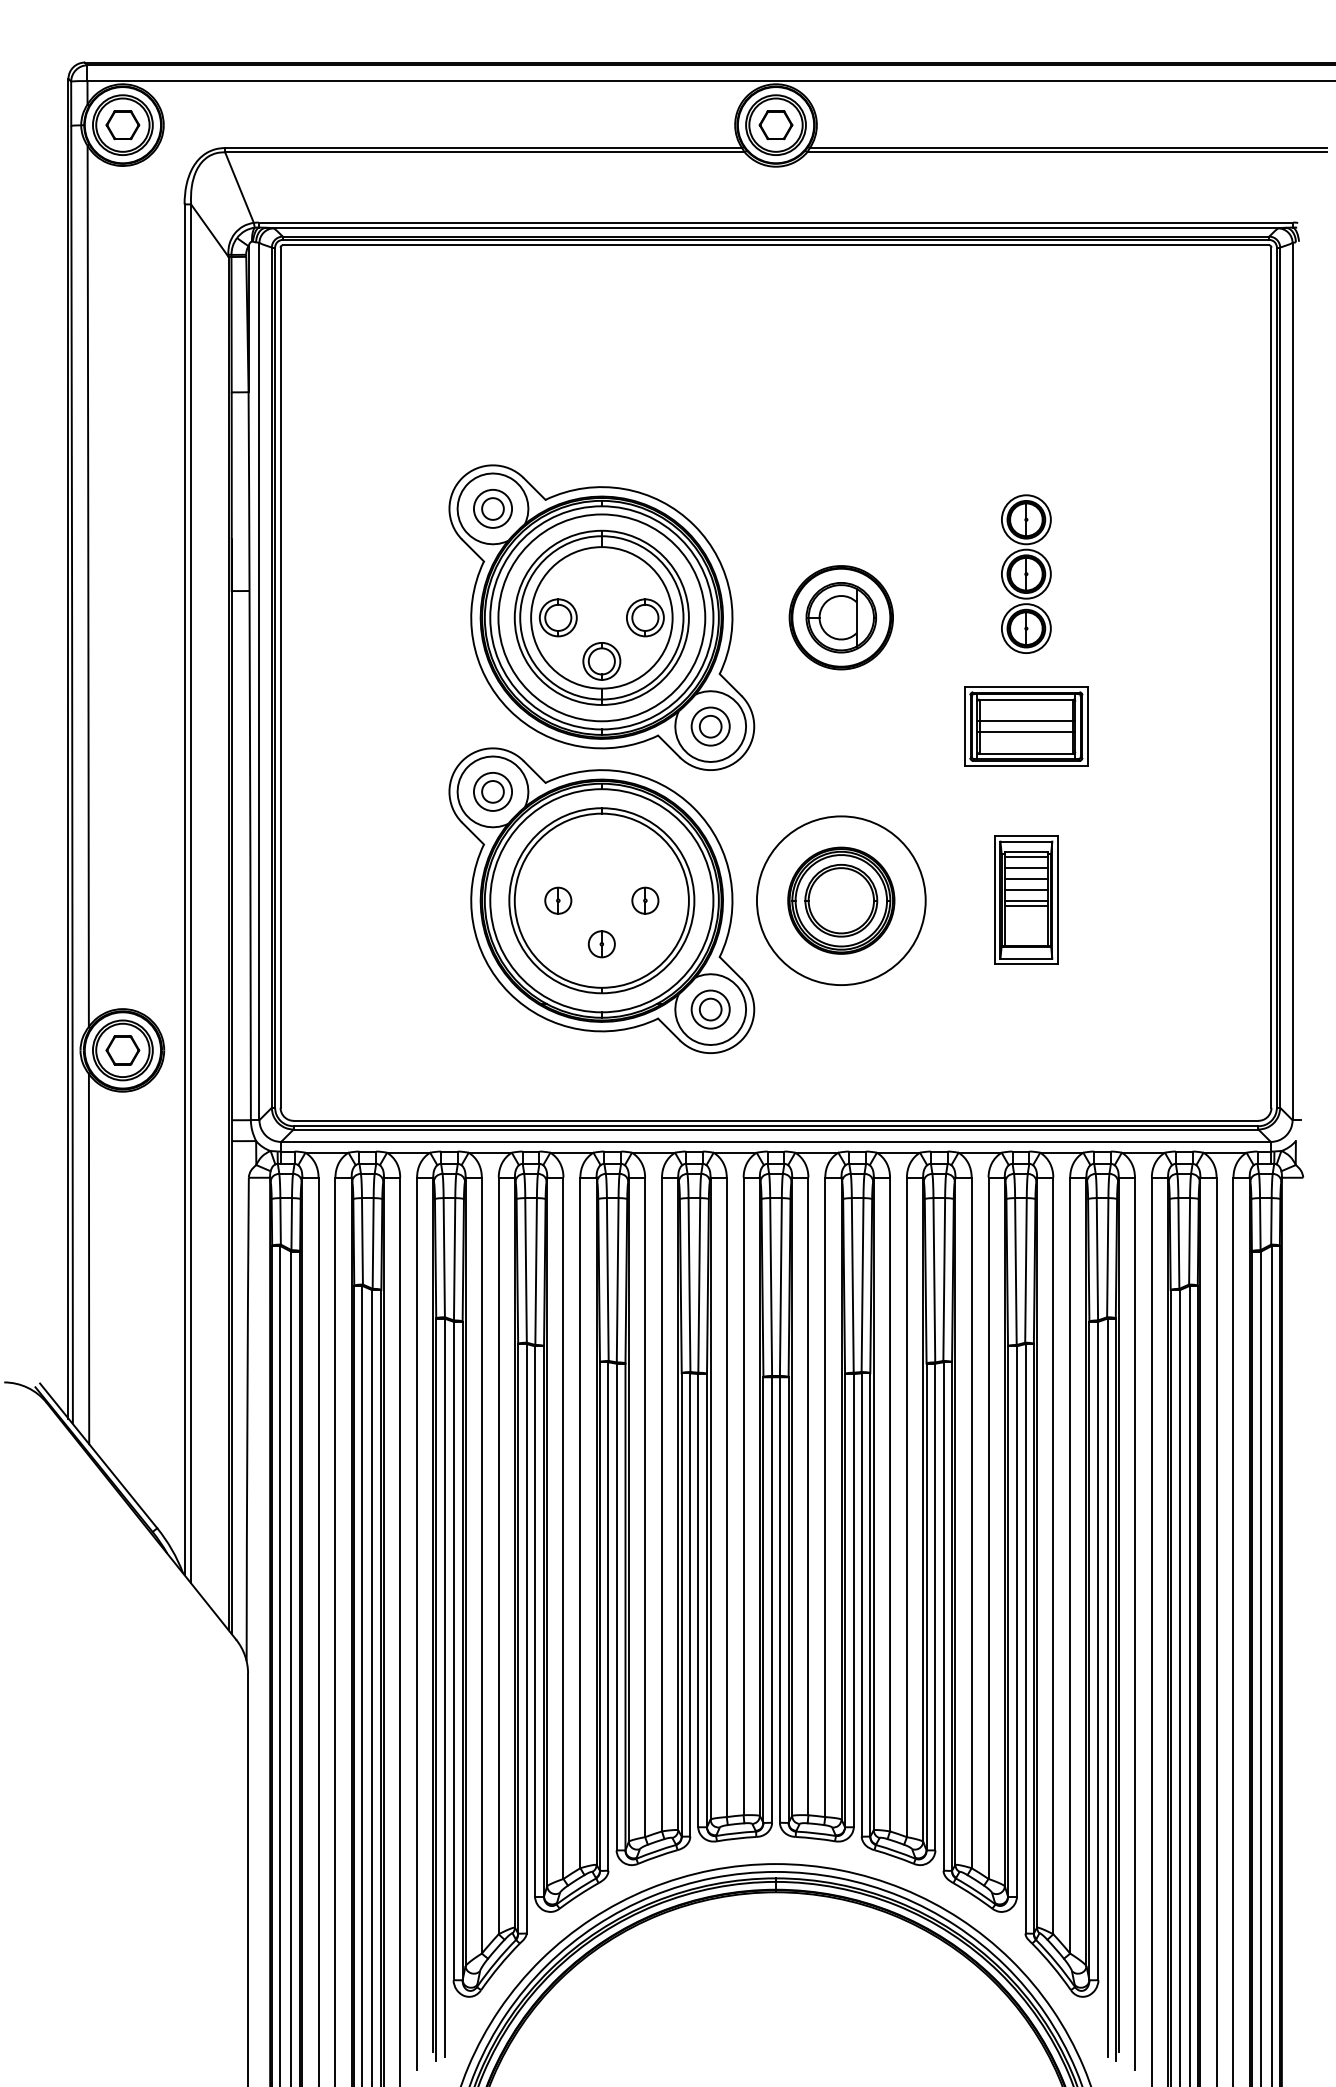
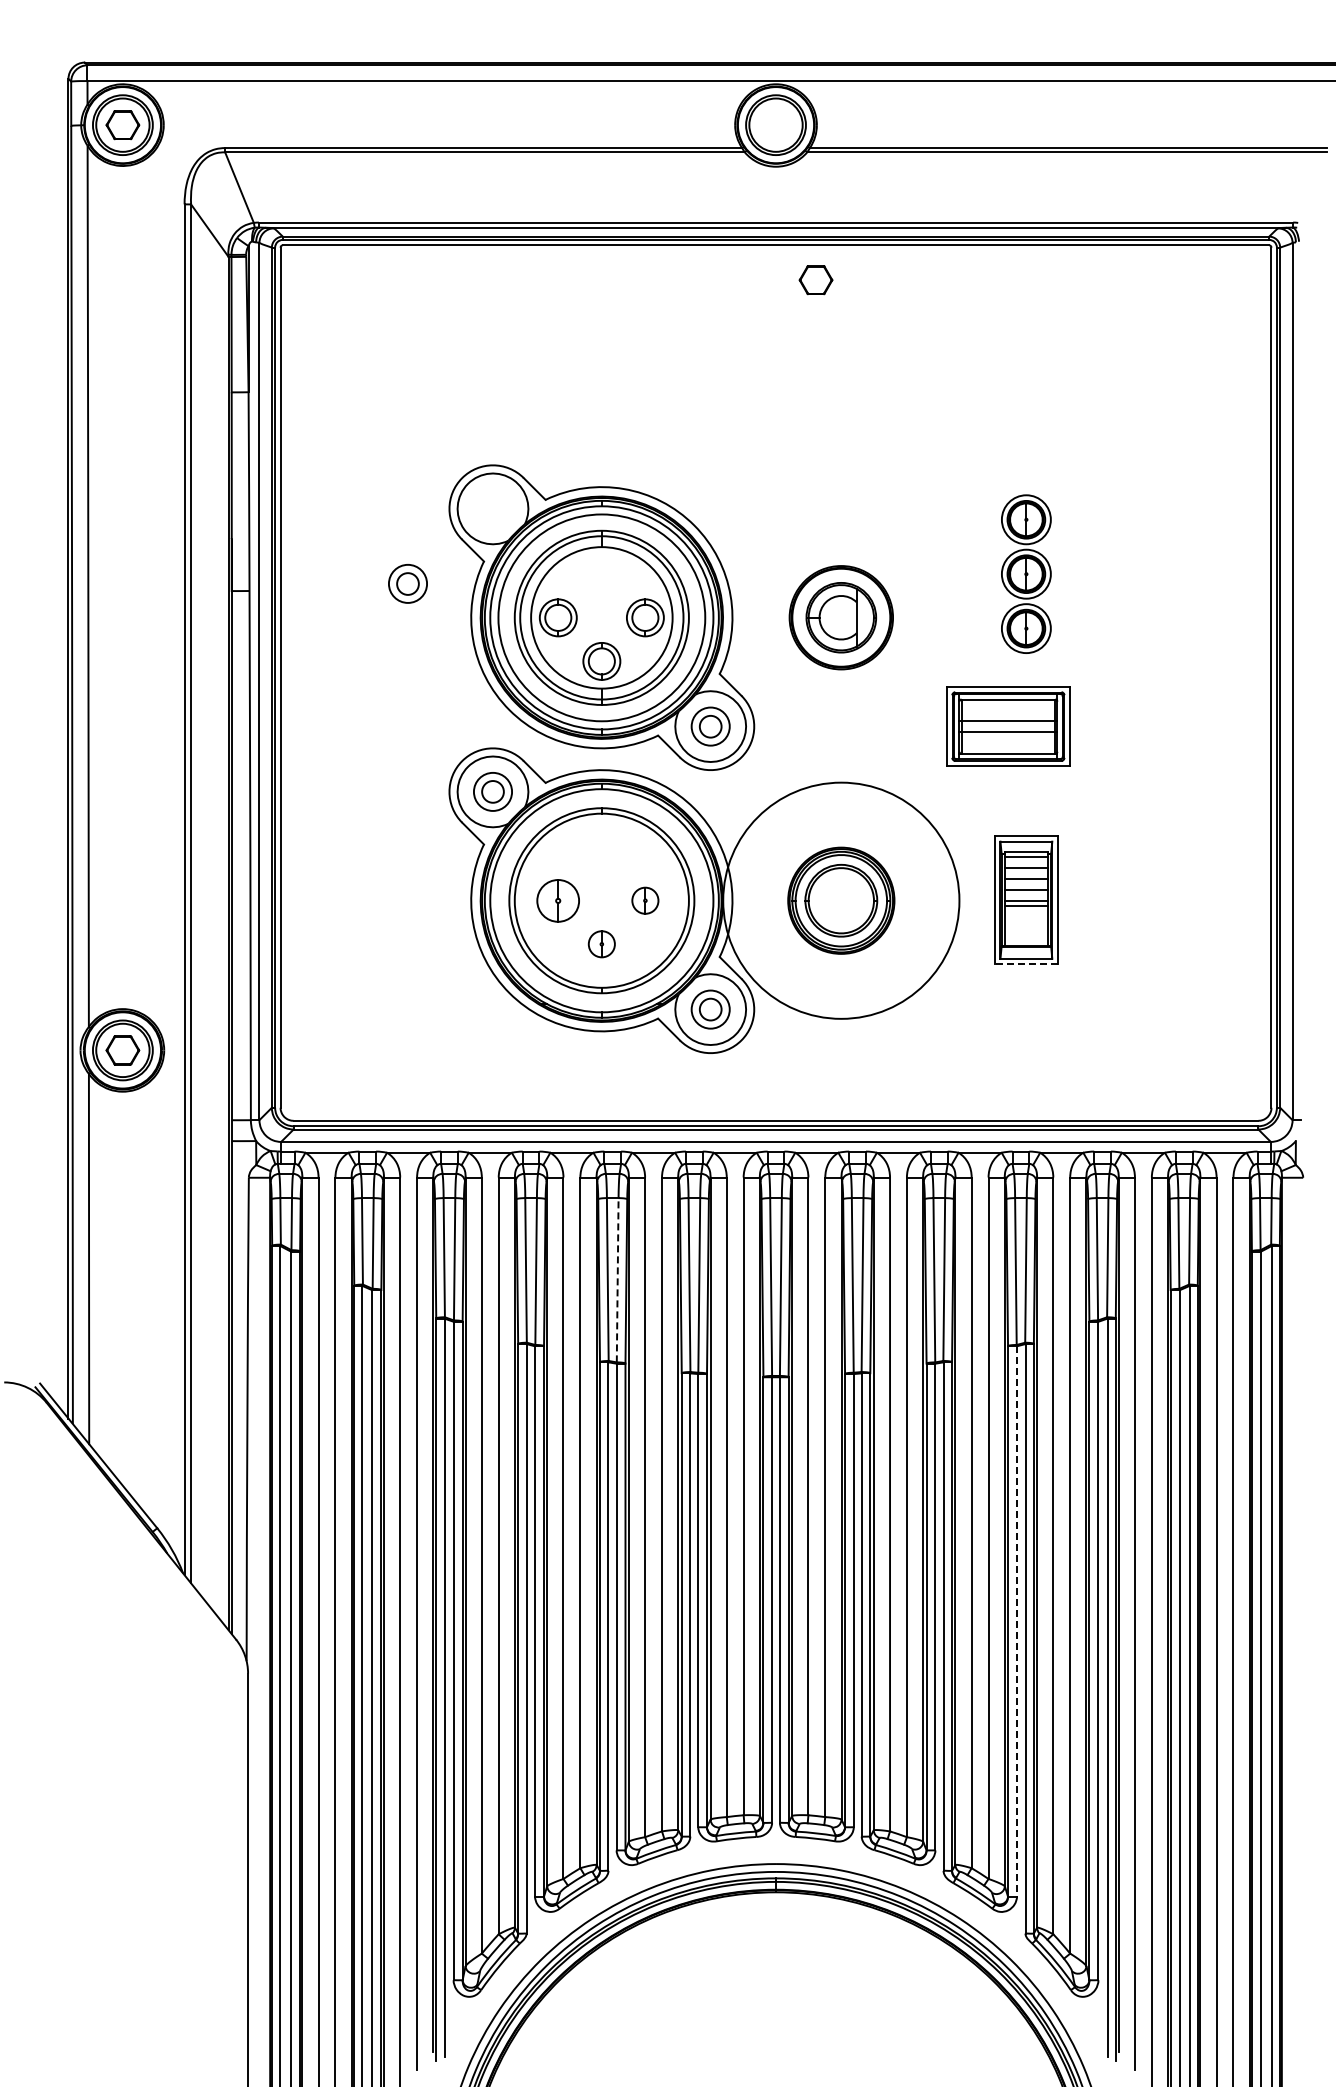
part at (775, 125) position: (775, 125) -> (815, 280)
part at (492, 508) position: (492, 508) -> (407, 583)
part at (1026, 726) position: (1026, 726) -> (1008, 726)
part at (558, 900) size: 29x29 px -> 44x44 px
circle at (840, 900) diameter: 169 px -> 236 px
line at (1026, 964): solid -> dashed
line at (617, 1279): solid -> dashed
line at (1016, 1621): solid -> dashed
